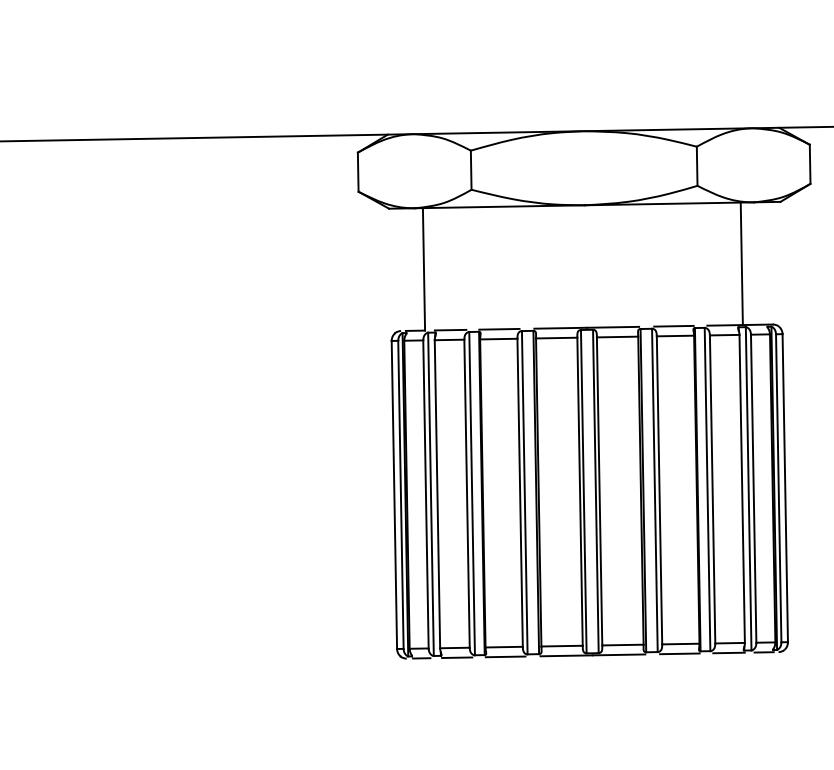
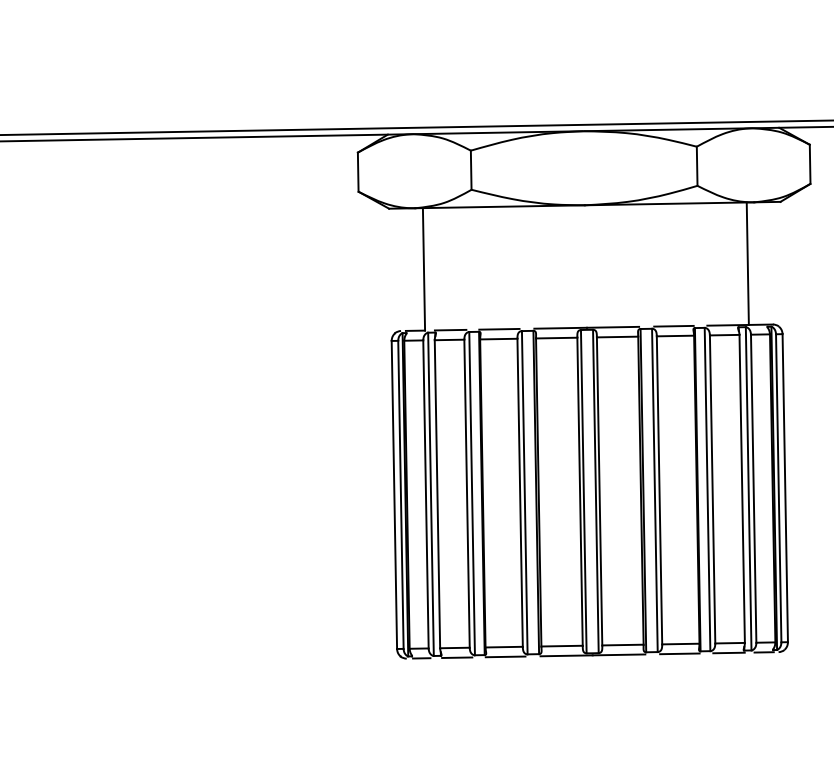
line at (416, 127): none -> present
line at (741, 263) position: (741, 263) -> (747, 263)
